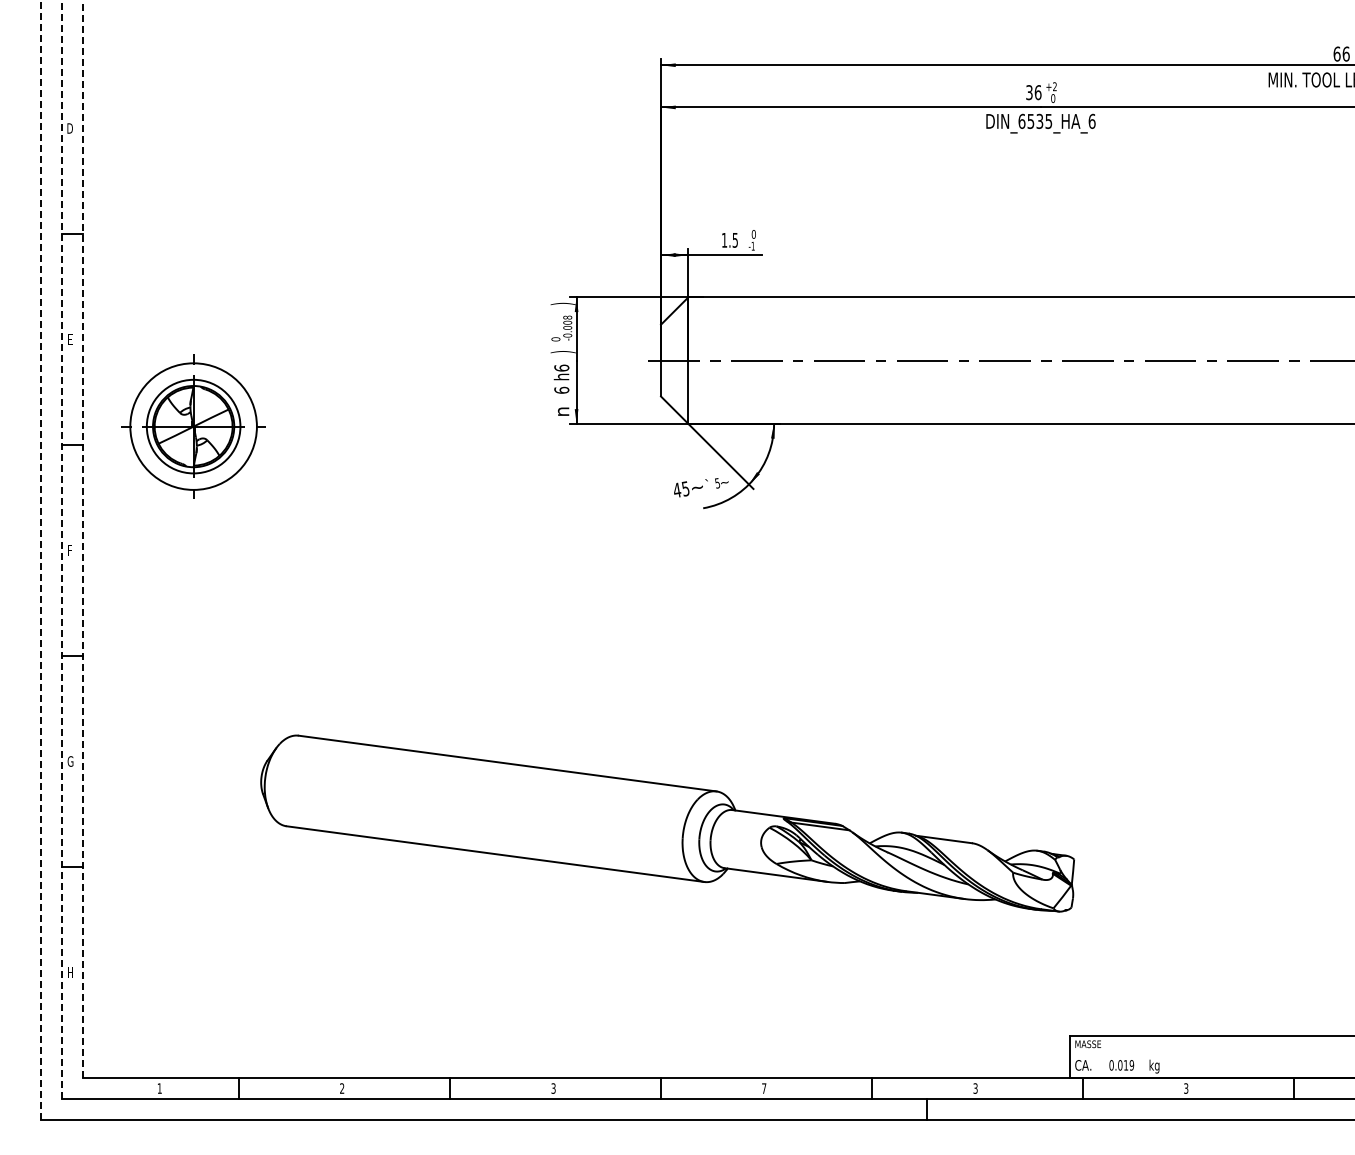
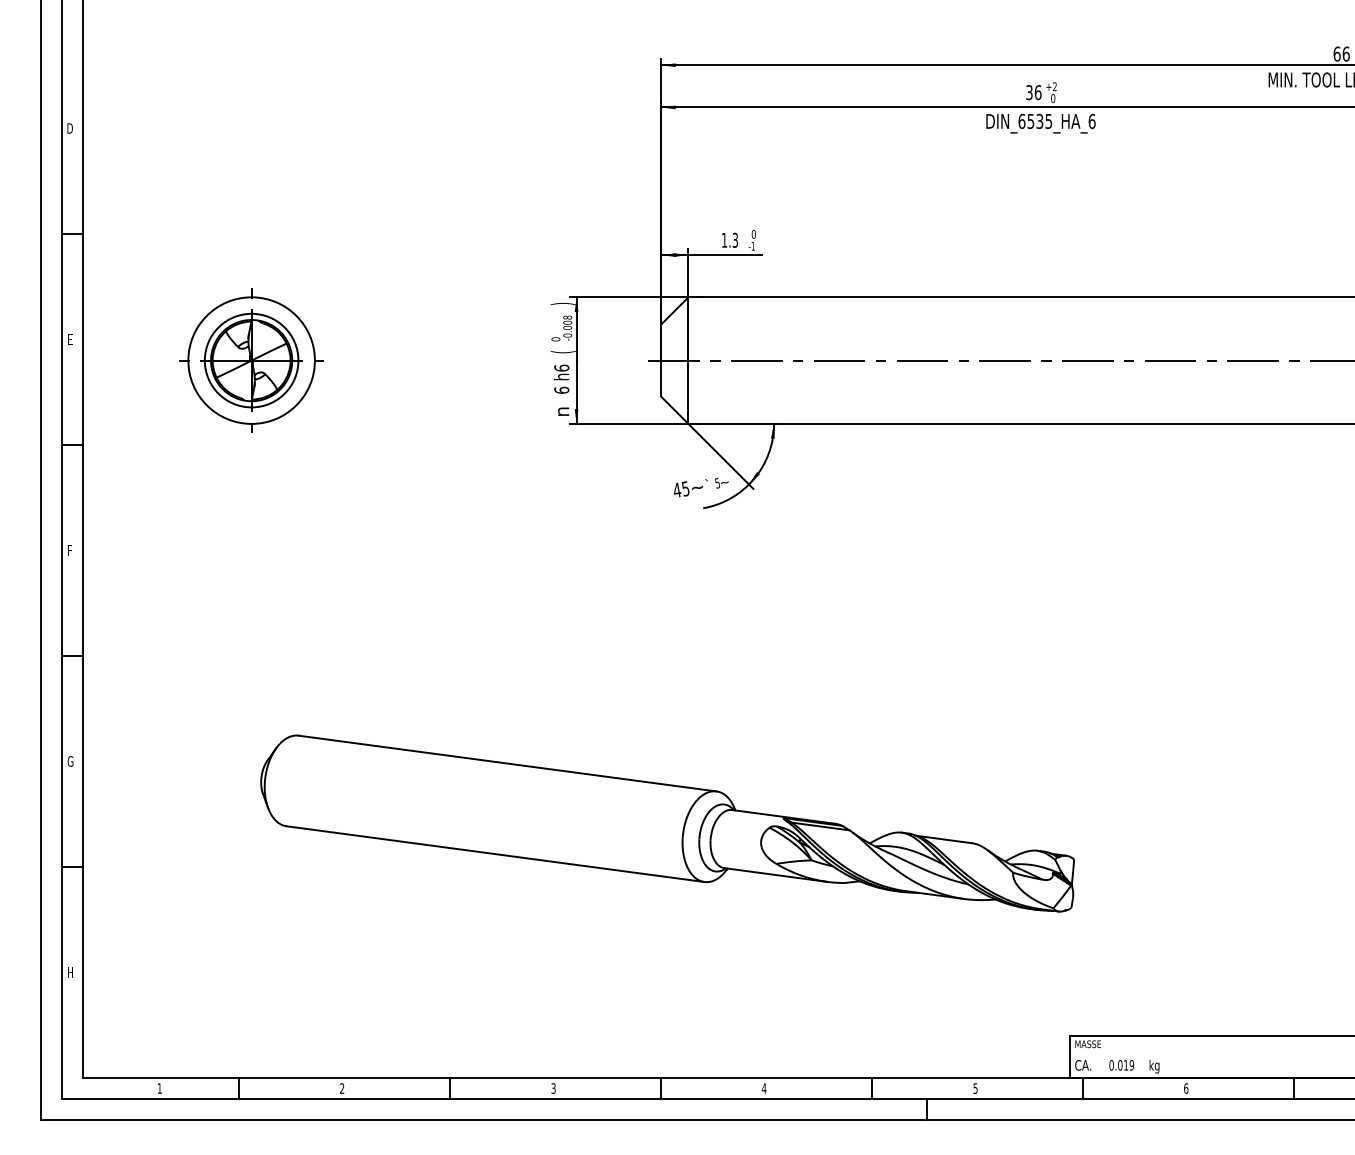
text at (734, 239): 1.5 -> 1.3
text at (562, 352): ) -> (
part at (193, 426) position: (193, 426) -> (251, 360)
line at (82, 539): dashed -> solid
line at (61, 549): dashed -> solid
line at (40, 560): dashed -> solid
text at (975, 1087): 3 -> 5
text at (763, 1088): 7 -> 4
text at (1186, 1088): 3 -> 6
